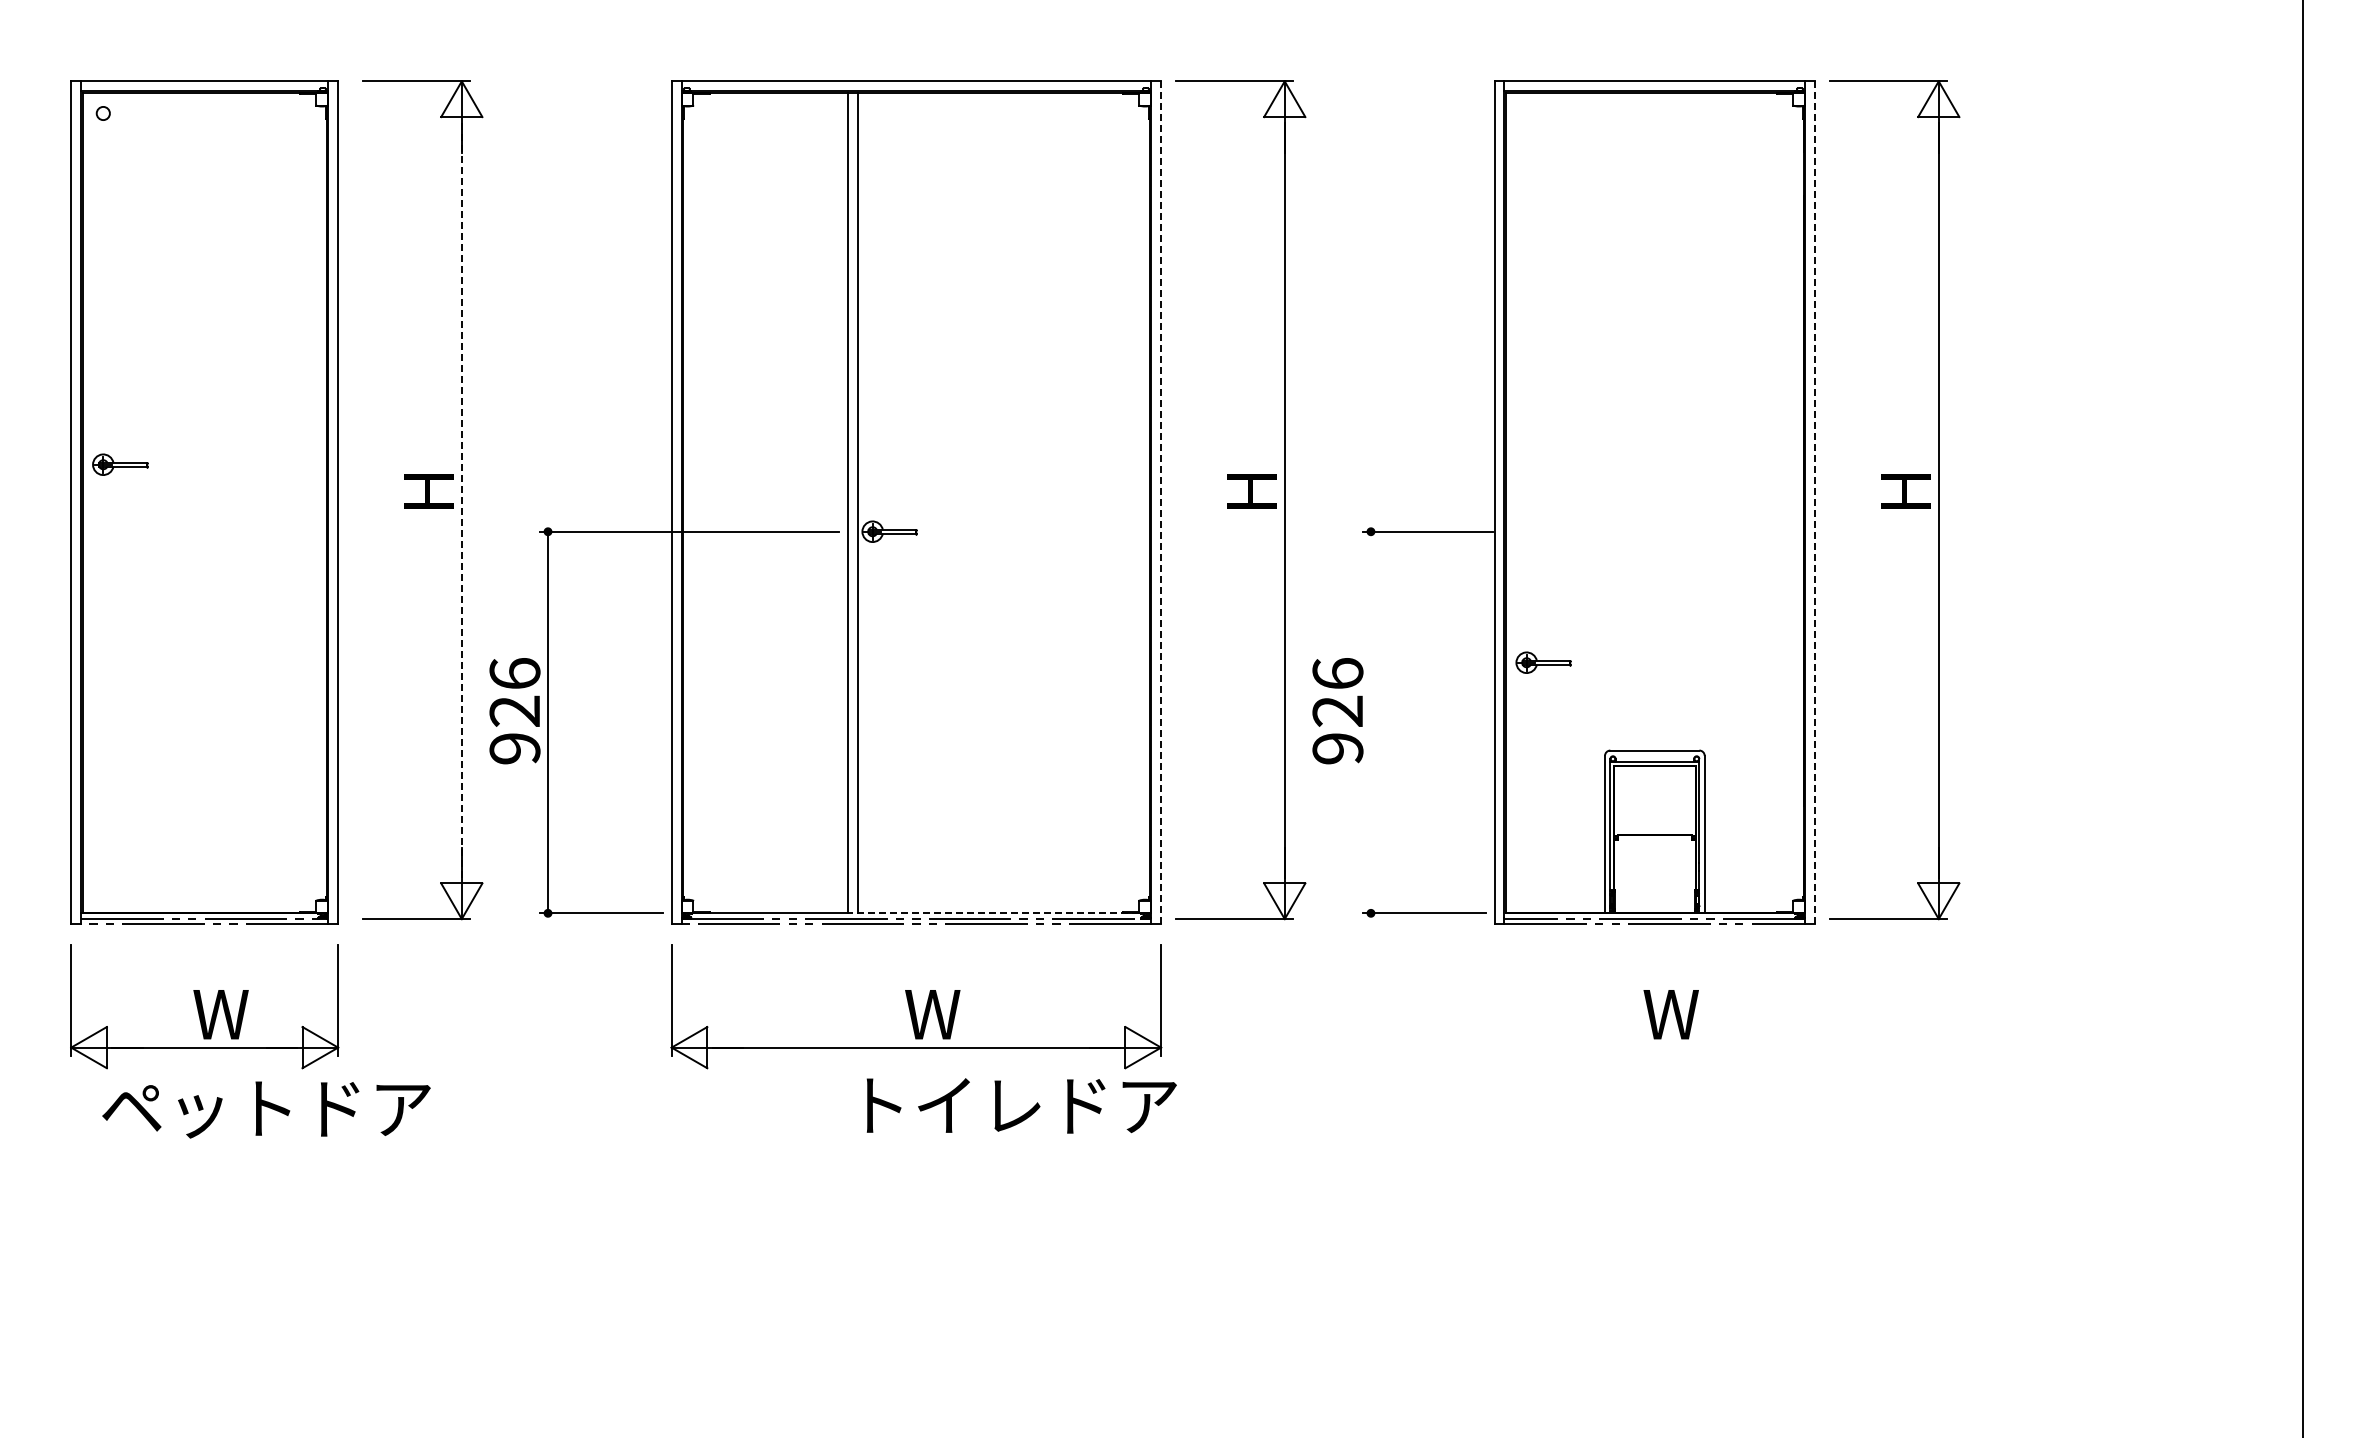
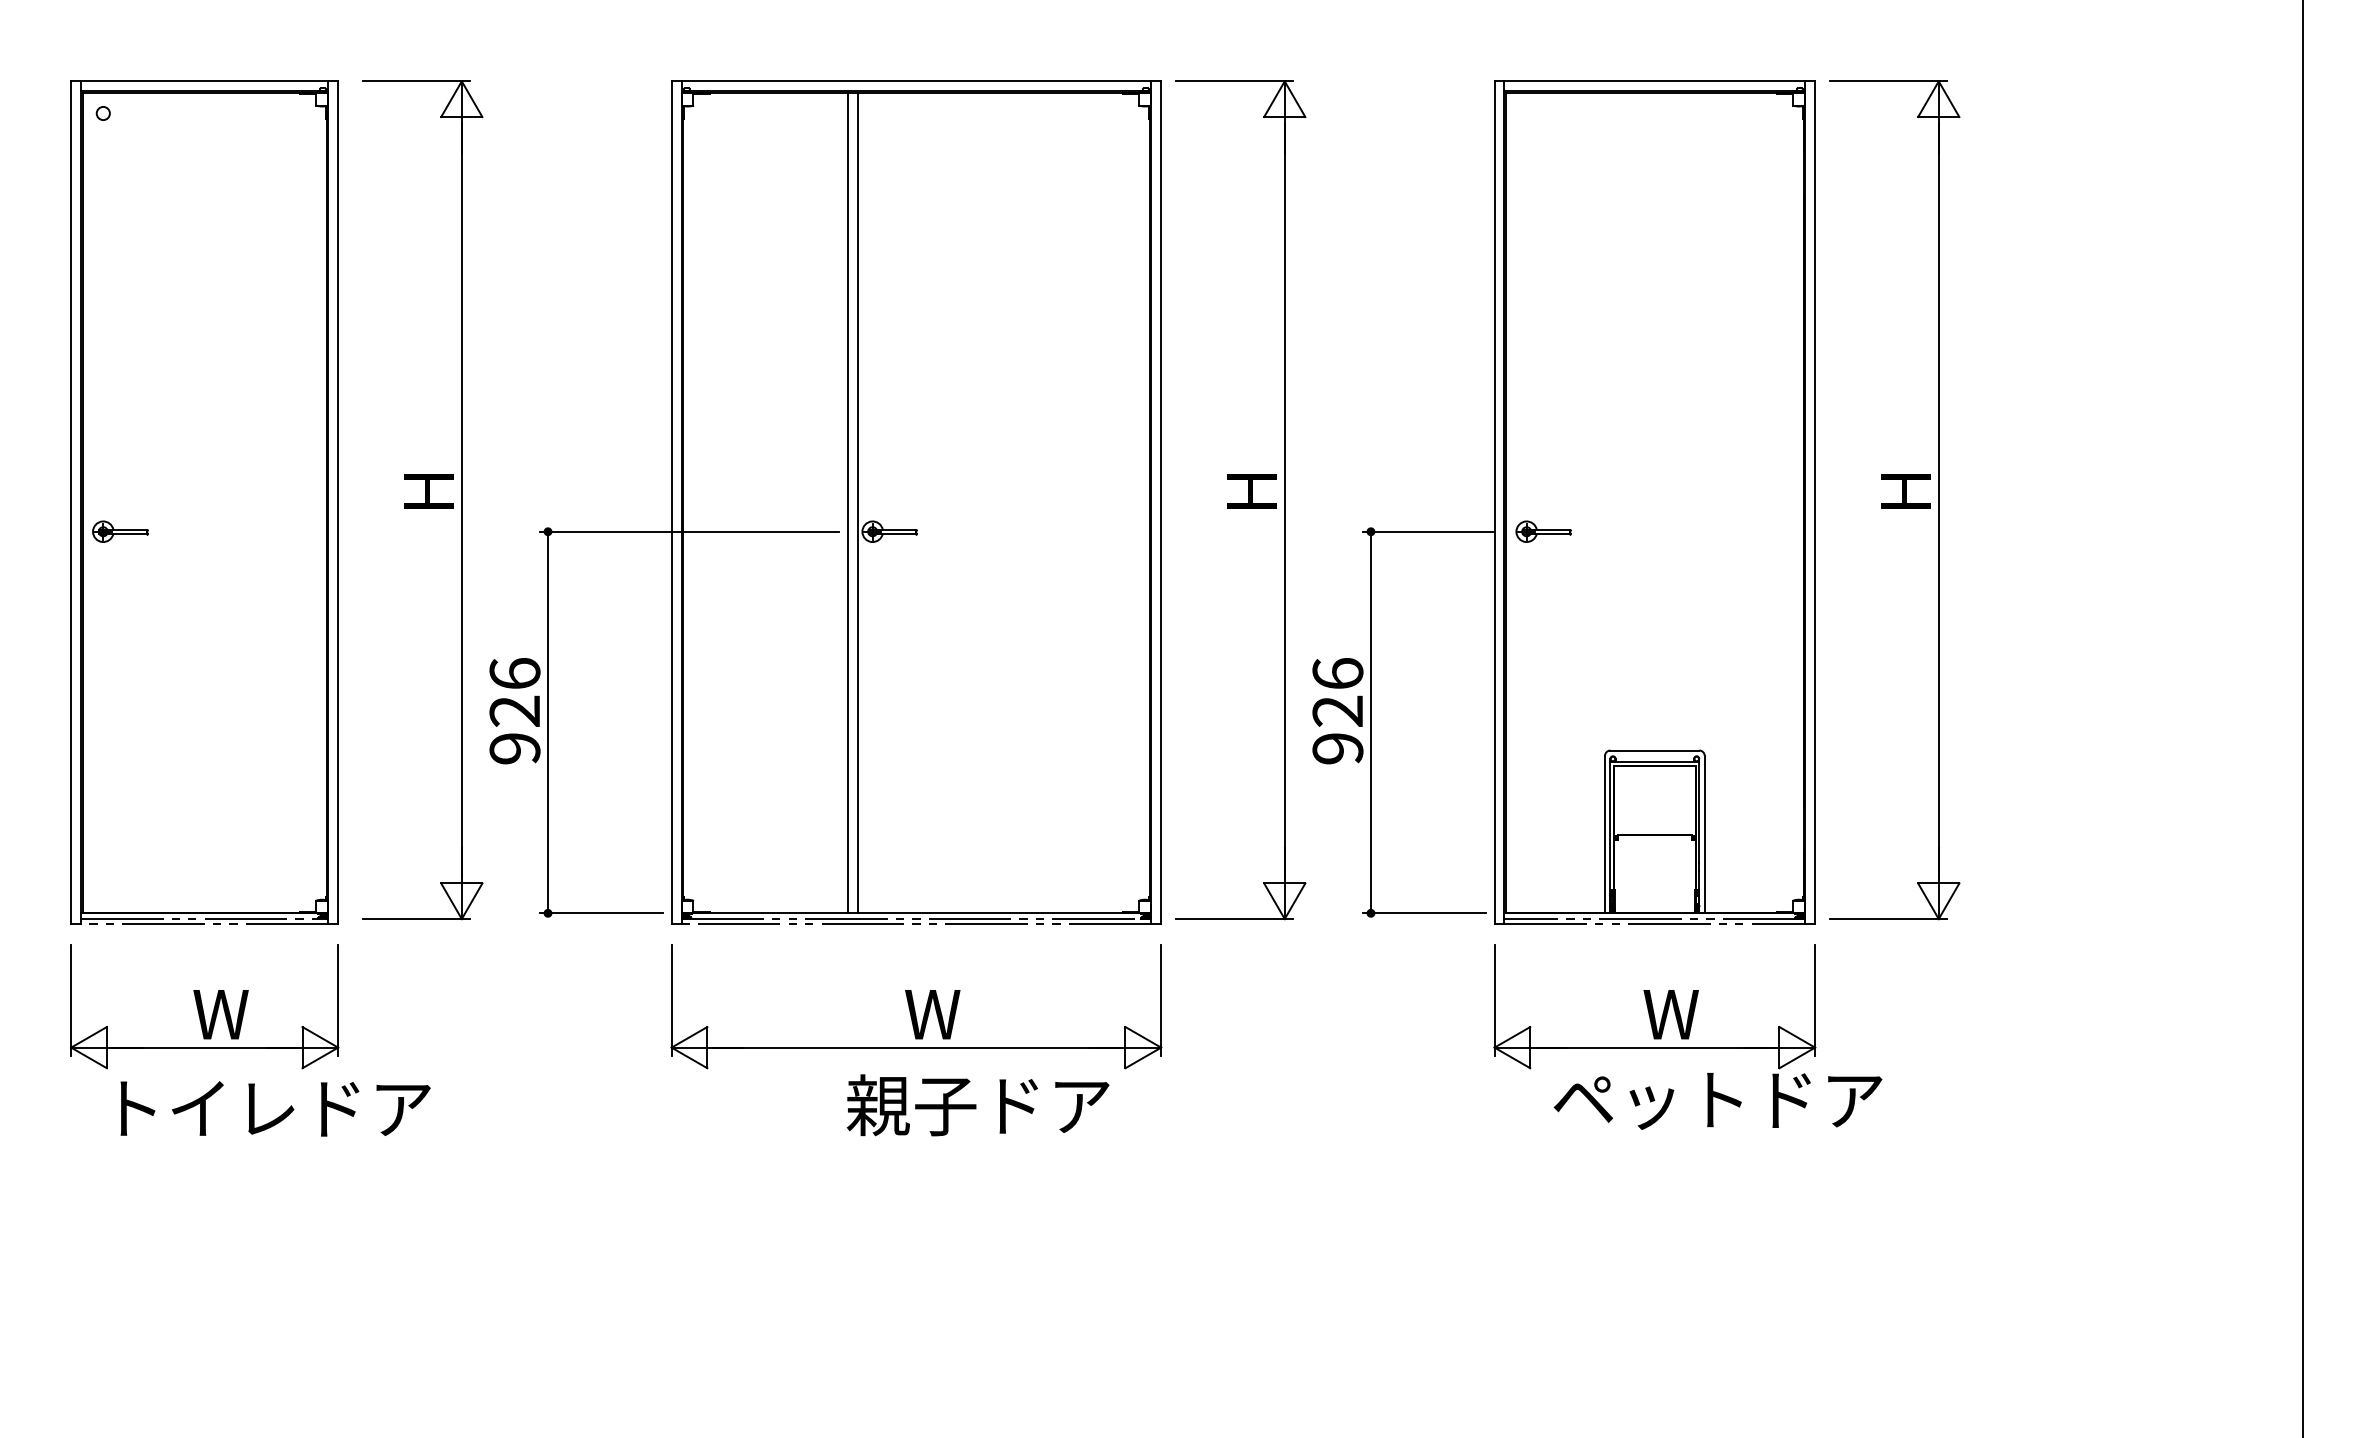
part at (120, 464) position: (120, 464) -> (120, 531)
line at (461, 500): dashed -> solid
line at (1815, 502): dashed -> solid
line at (1161, 503): dashed -> solid
part at (1543, 662) position: (1543, 662) -> (1543, 531)
line at (1370, 722): none -> present
line at (998, 913): dashed -> solid
part at (1687, 1047): none -> present
text at (1011, 1105): トイレドア -> 親子ドア
text at (198, 1109): ペットドア -> トイレドア
